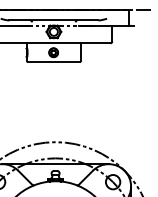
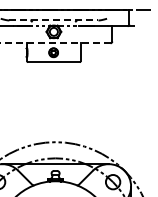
line at (53, 20): solid -> dashed
line at (54, 43): solid -> dashed
